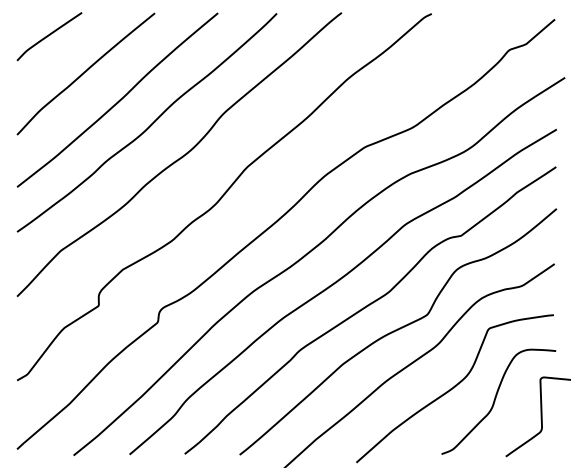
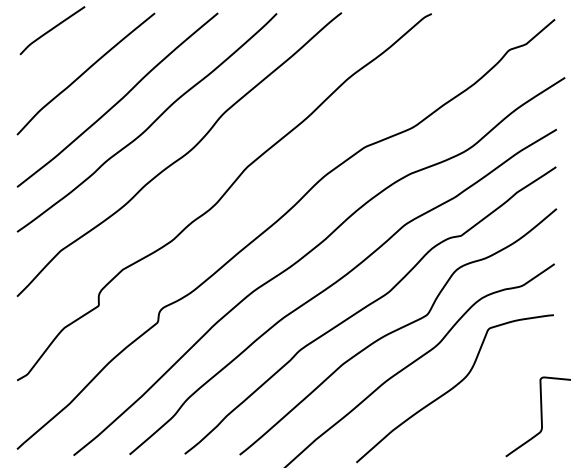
curve at (49, 35) position: (49, 35) -> (52, 29)
curve at (495, 401): present -> none
